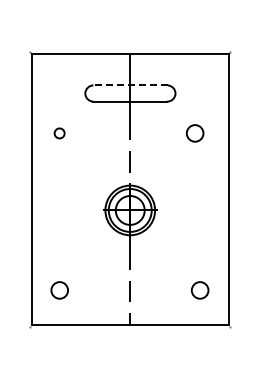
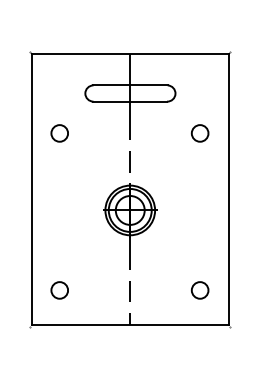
line at (130, 85): dashed -> solid
circle at (59, 133) size: 13x13 px -> 19x19 px
circle at (194, 133) position: (194, 133) -> (199, 133)
